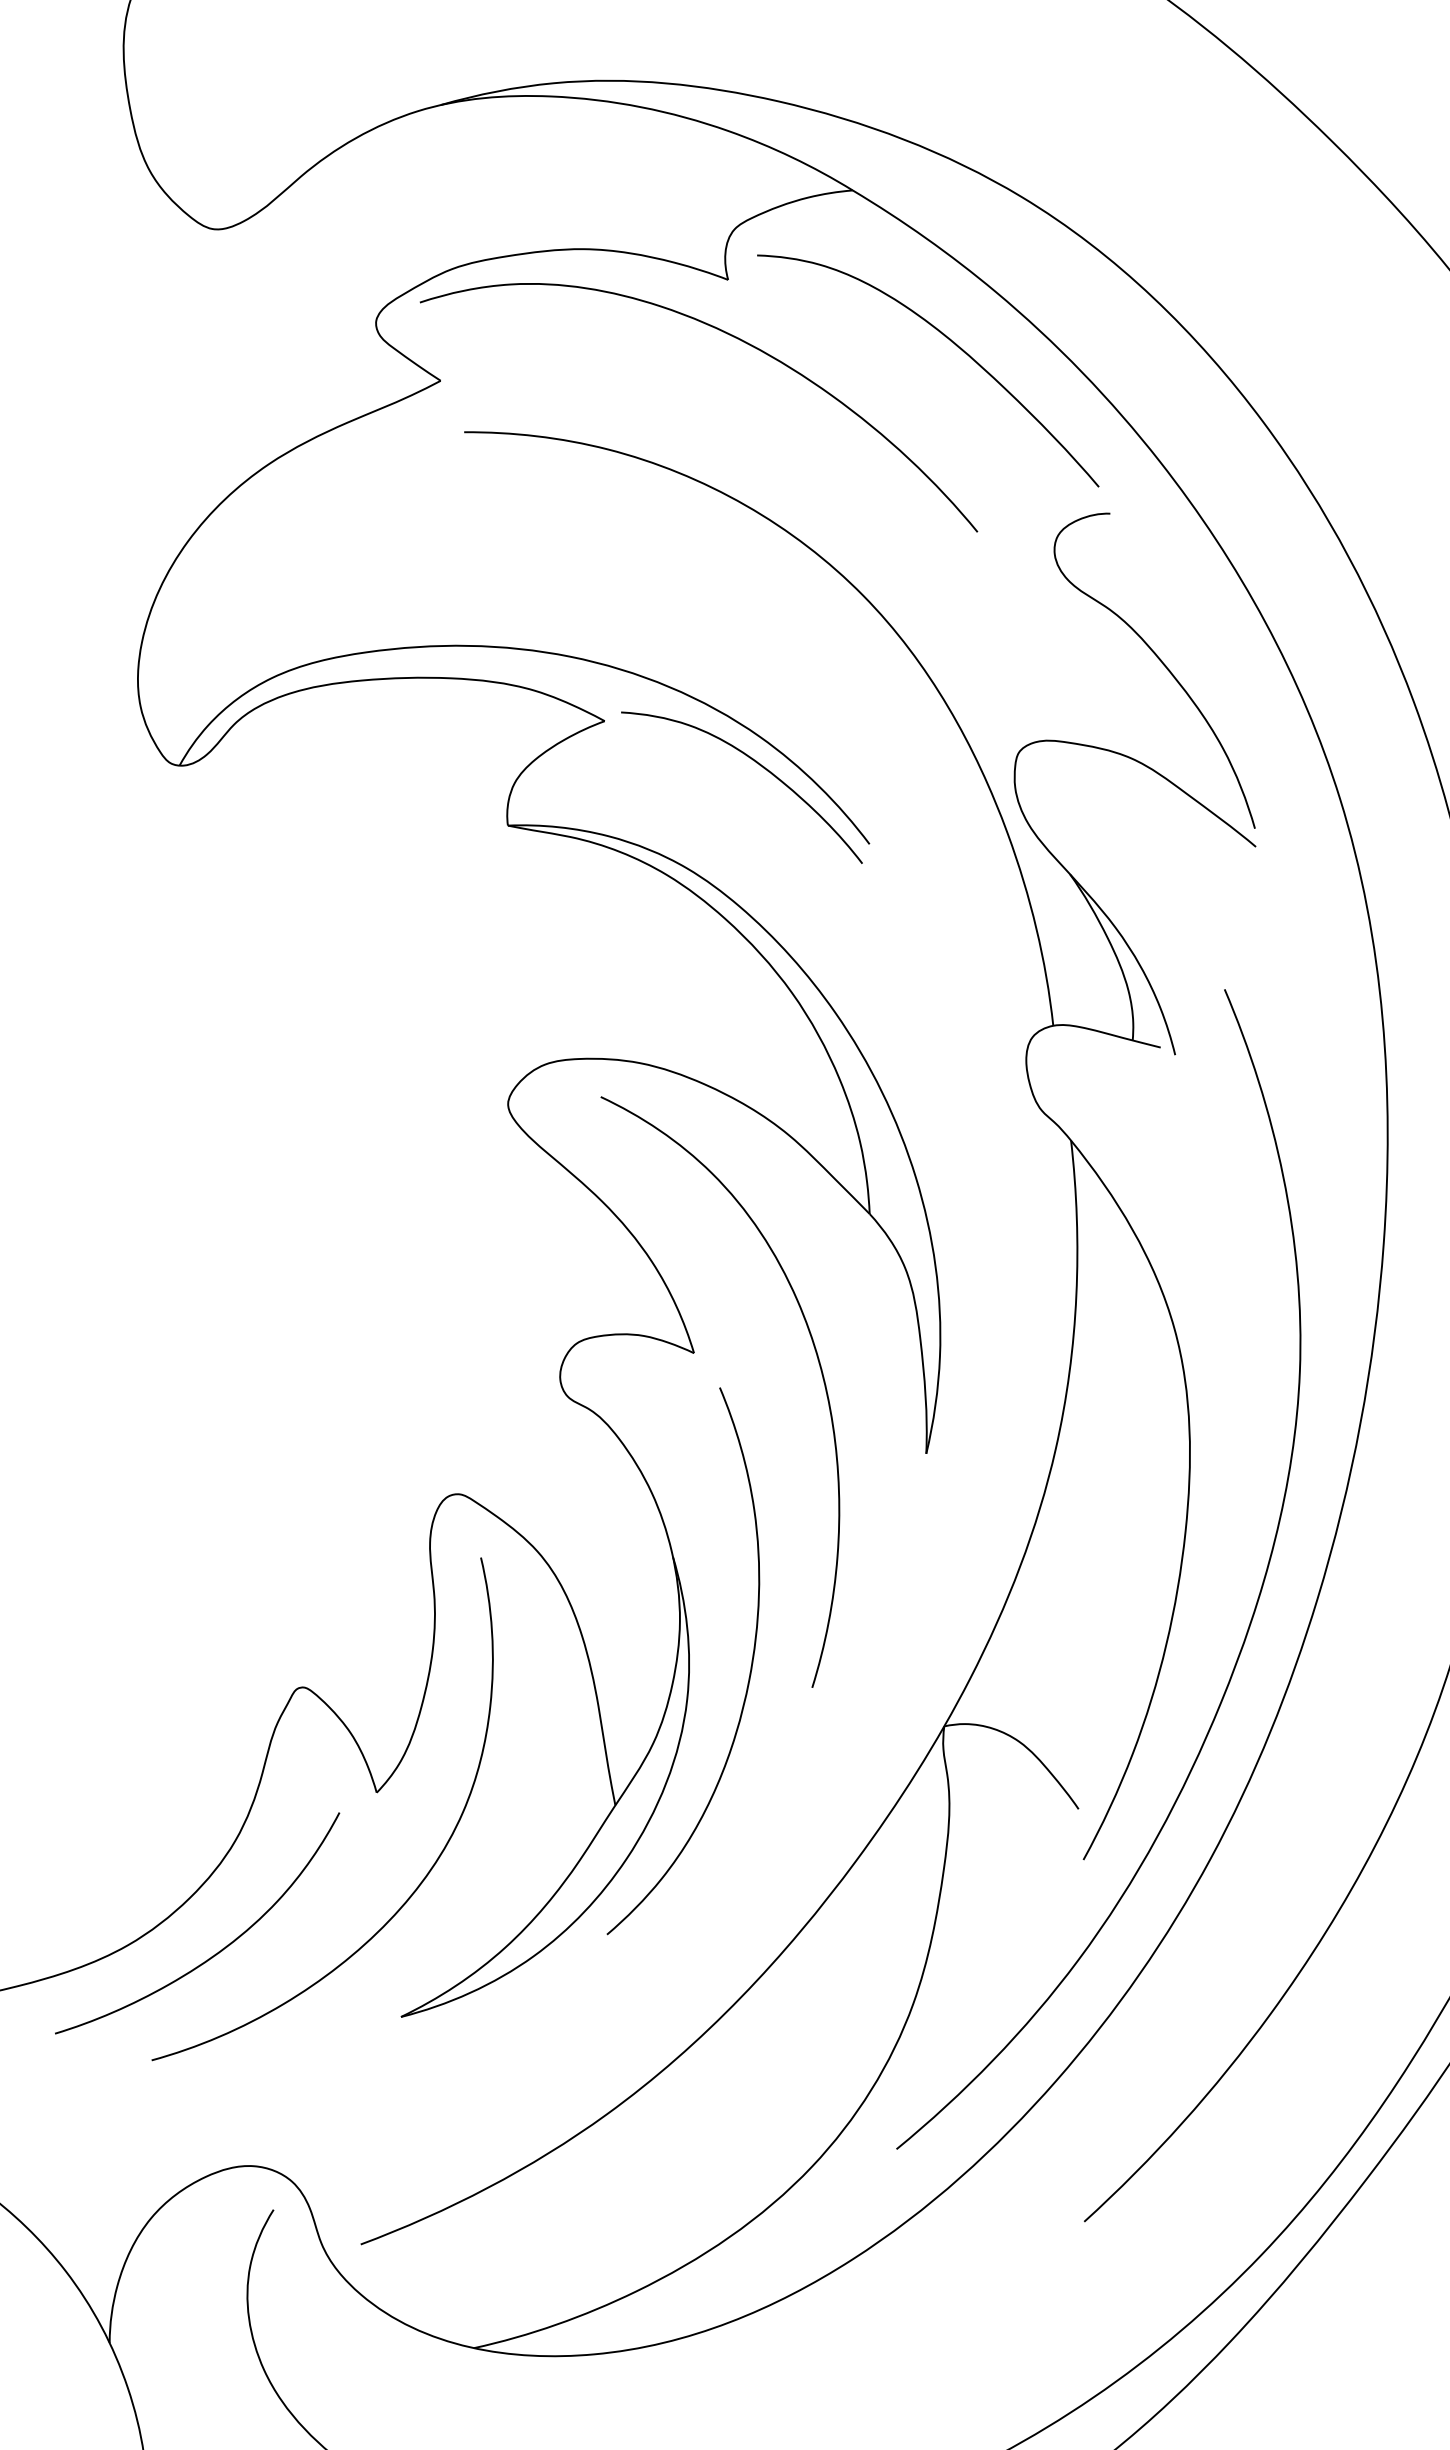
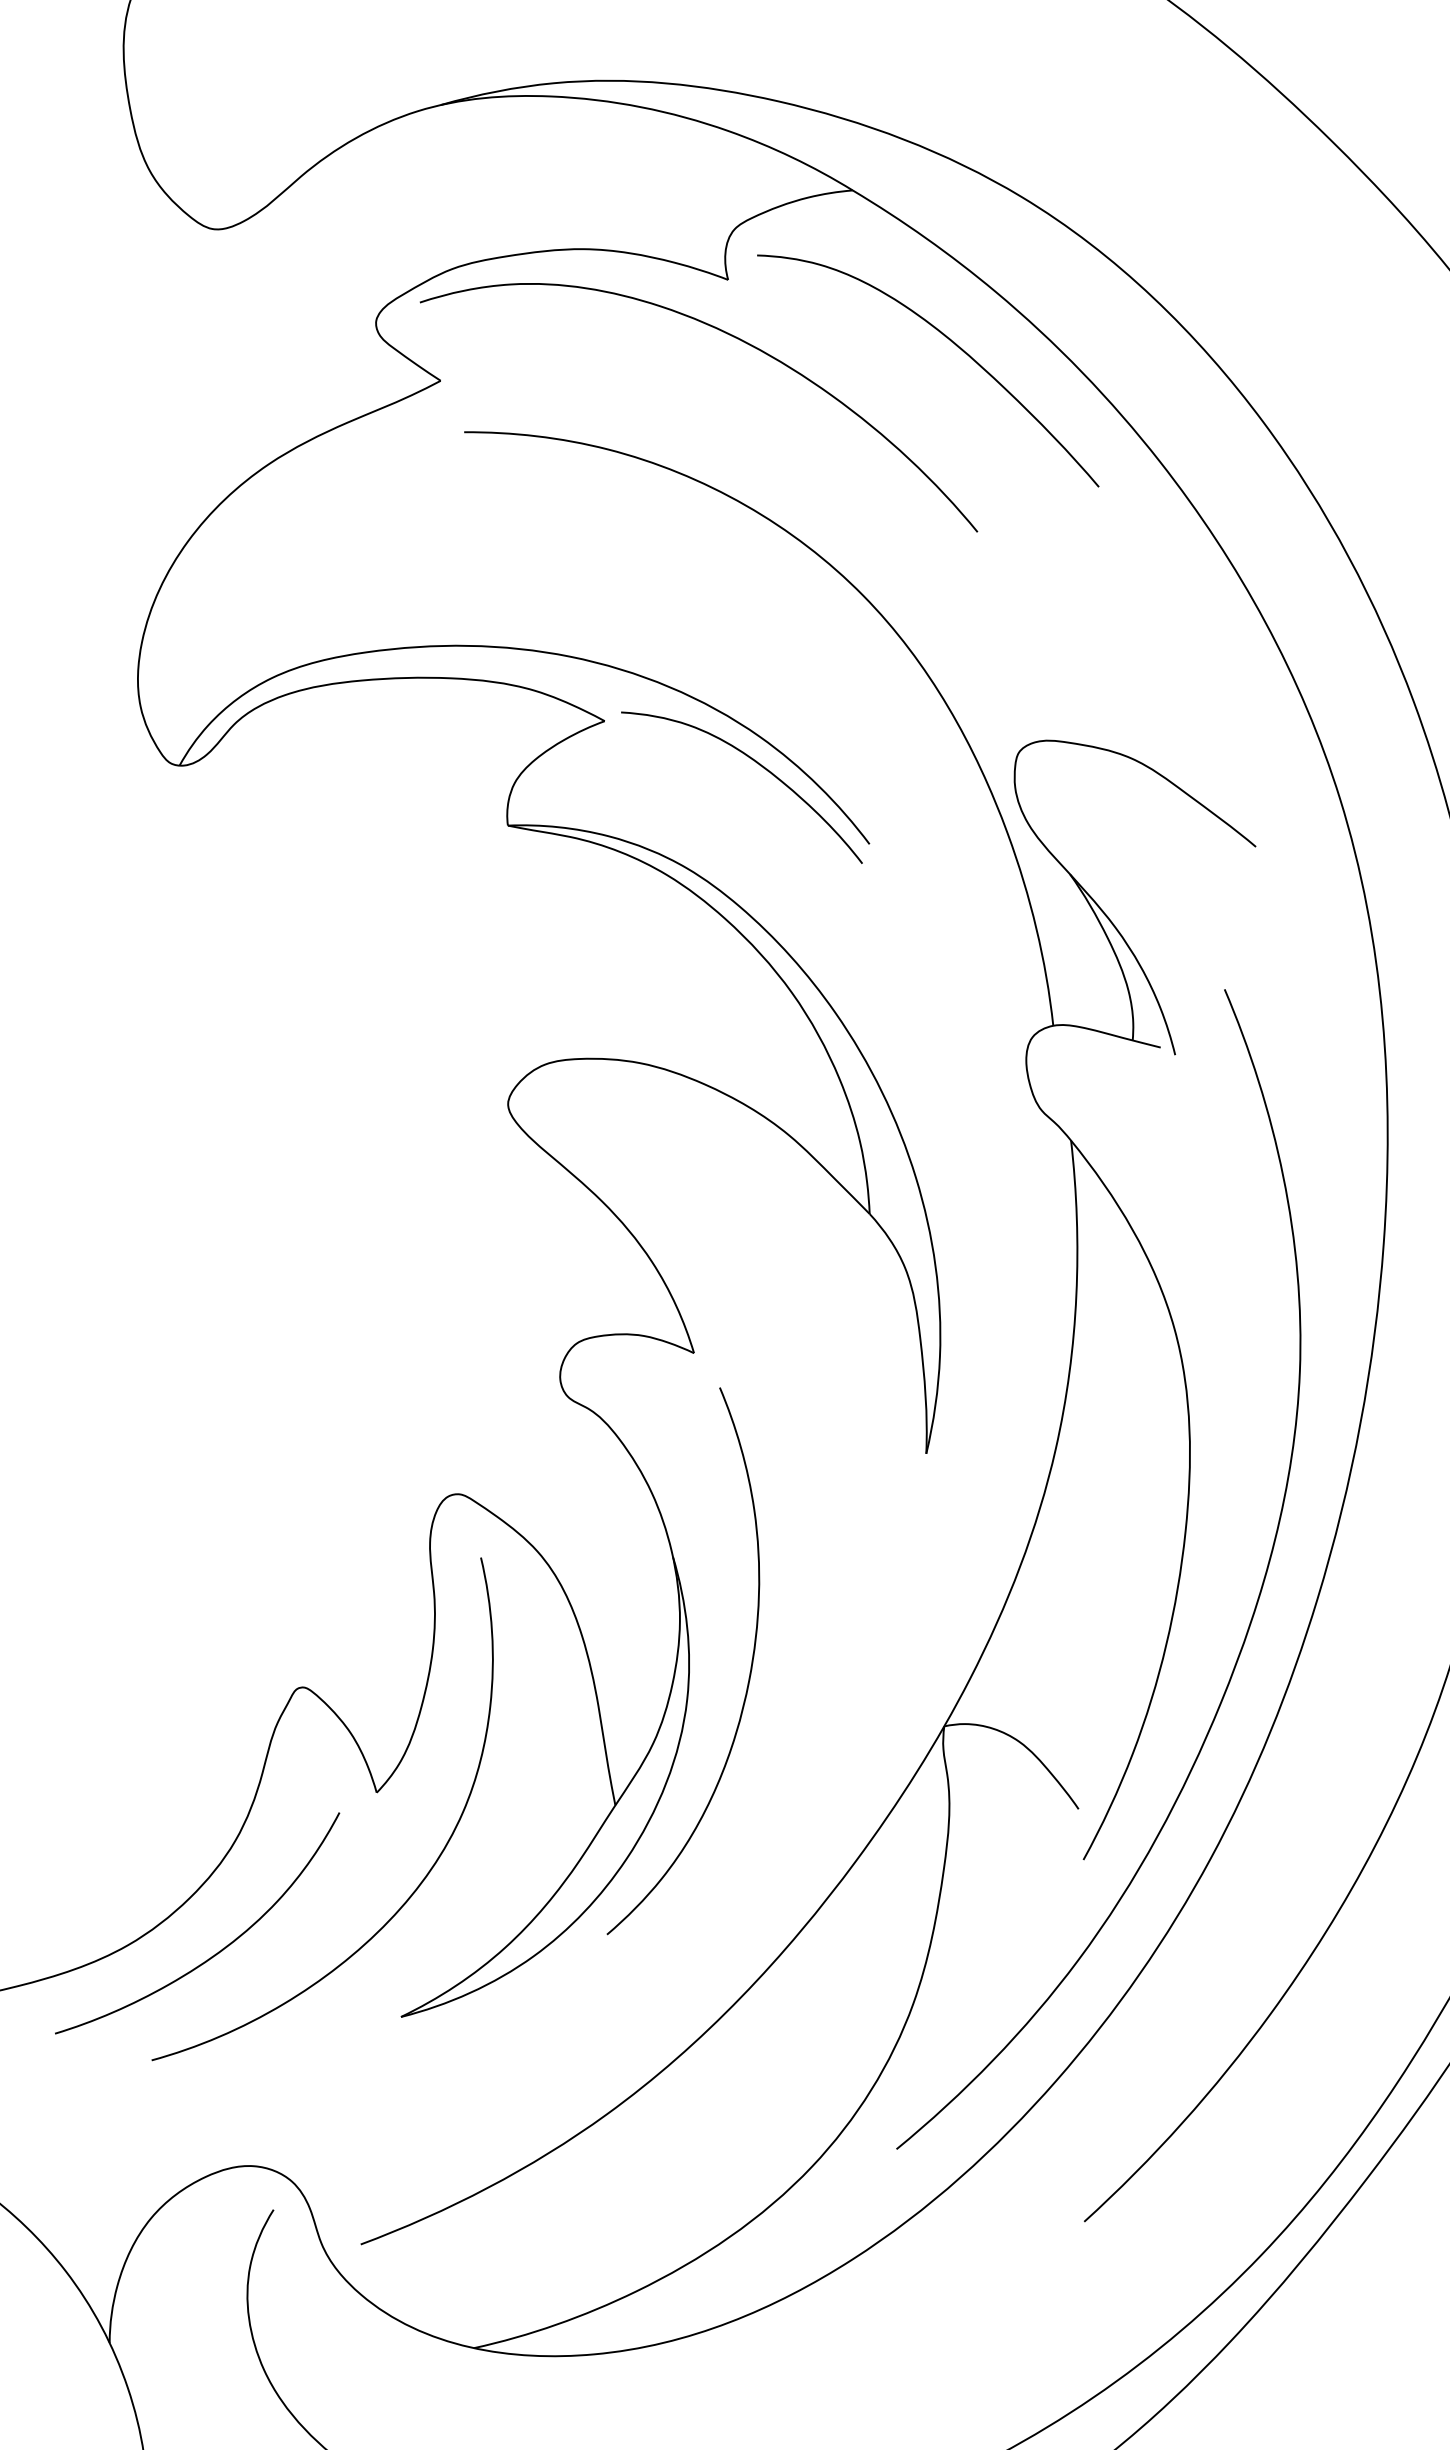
curve at (1162, 664): present -> none
curve at (817, 1360): present -> none
